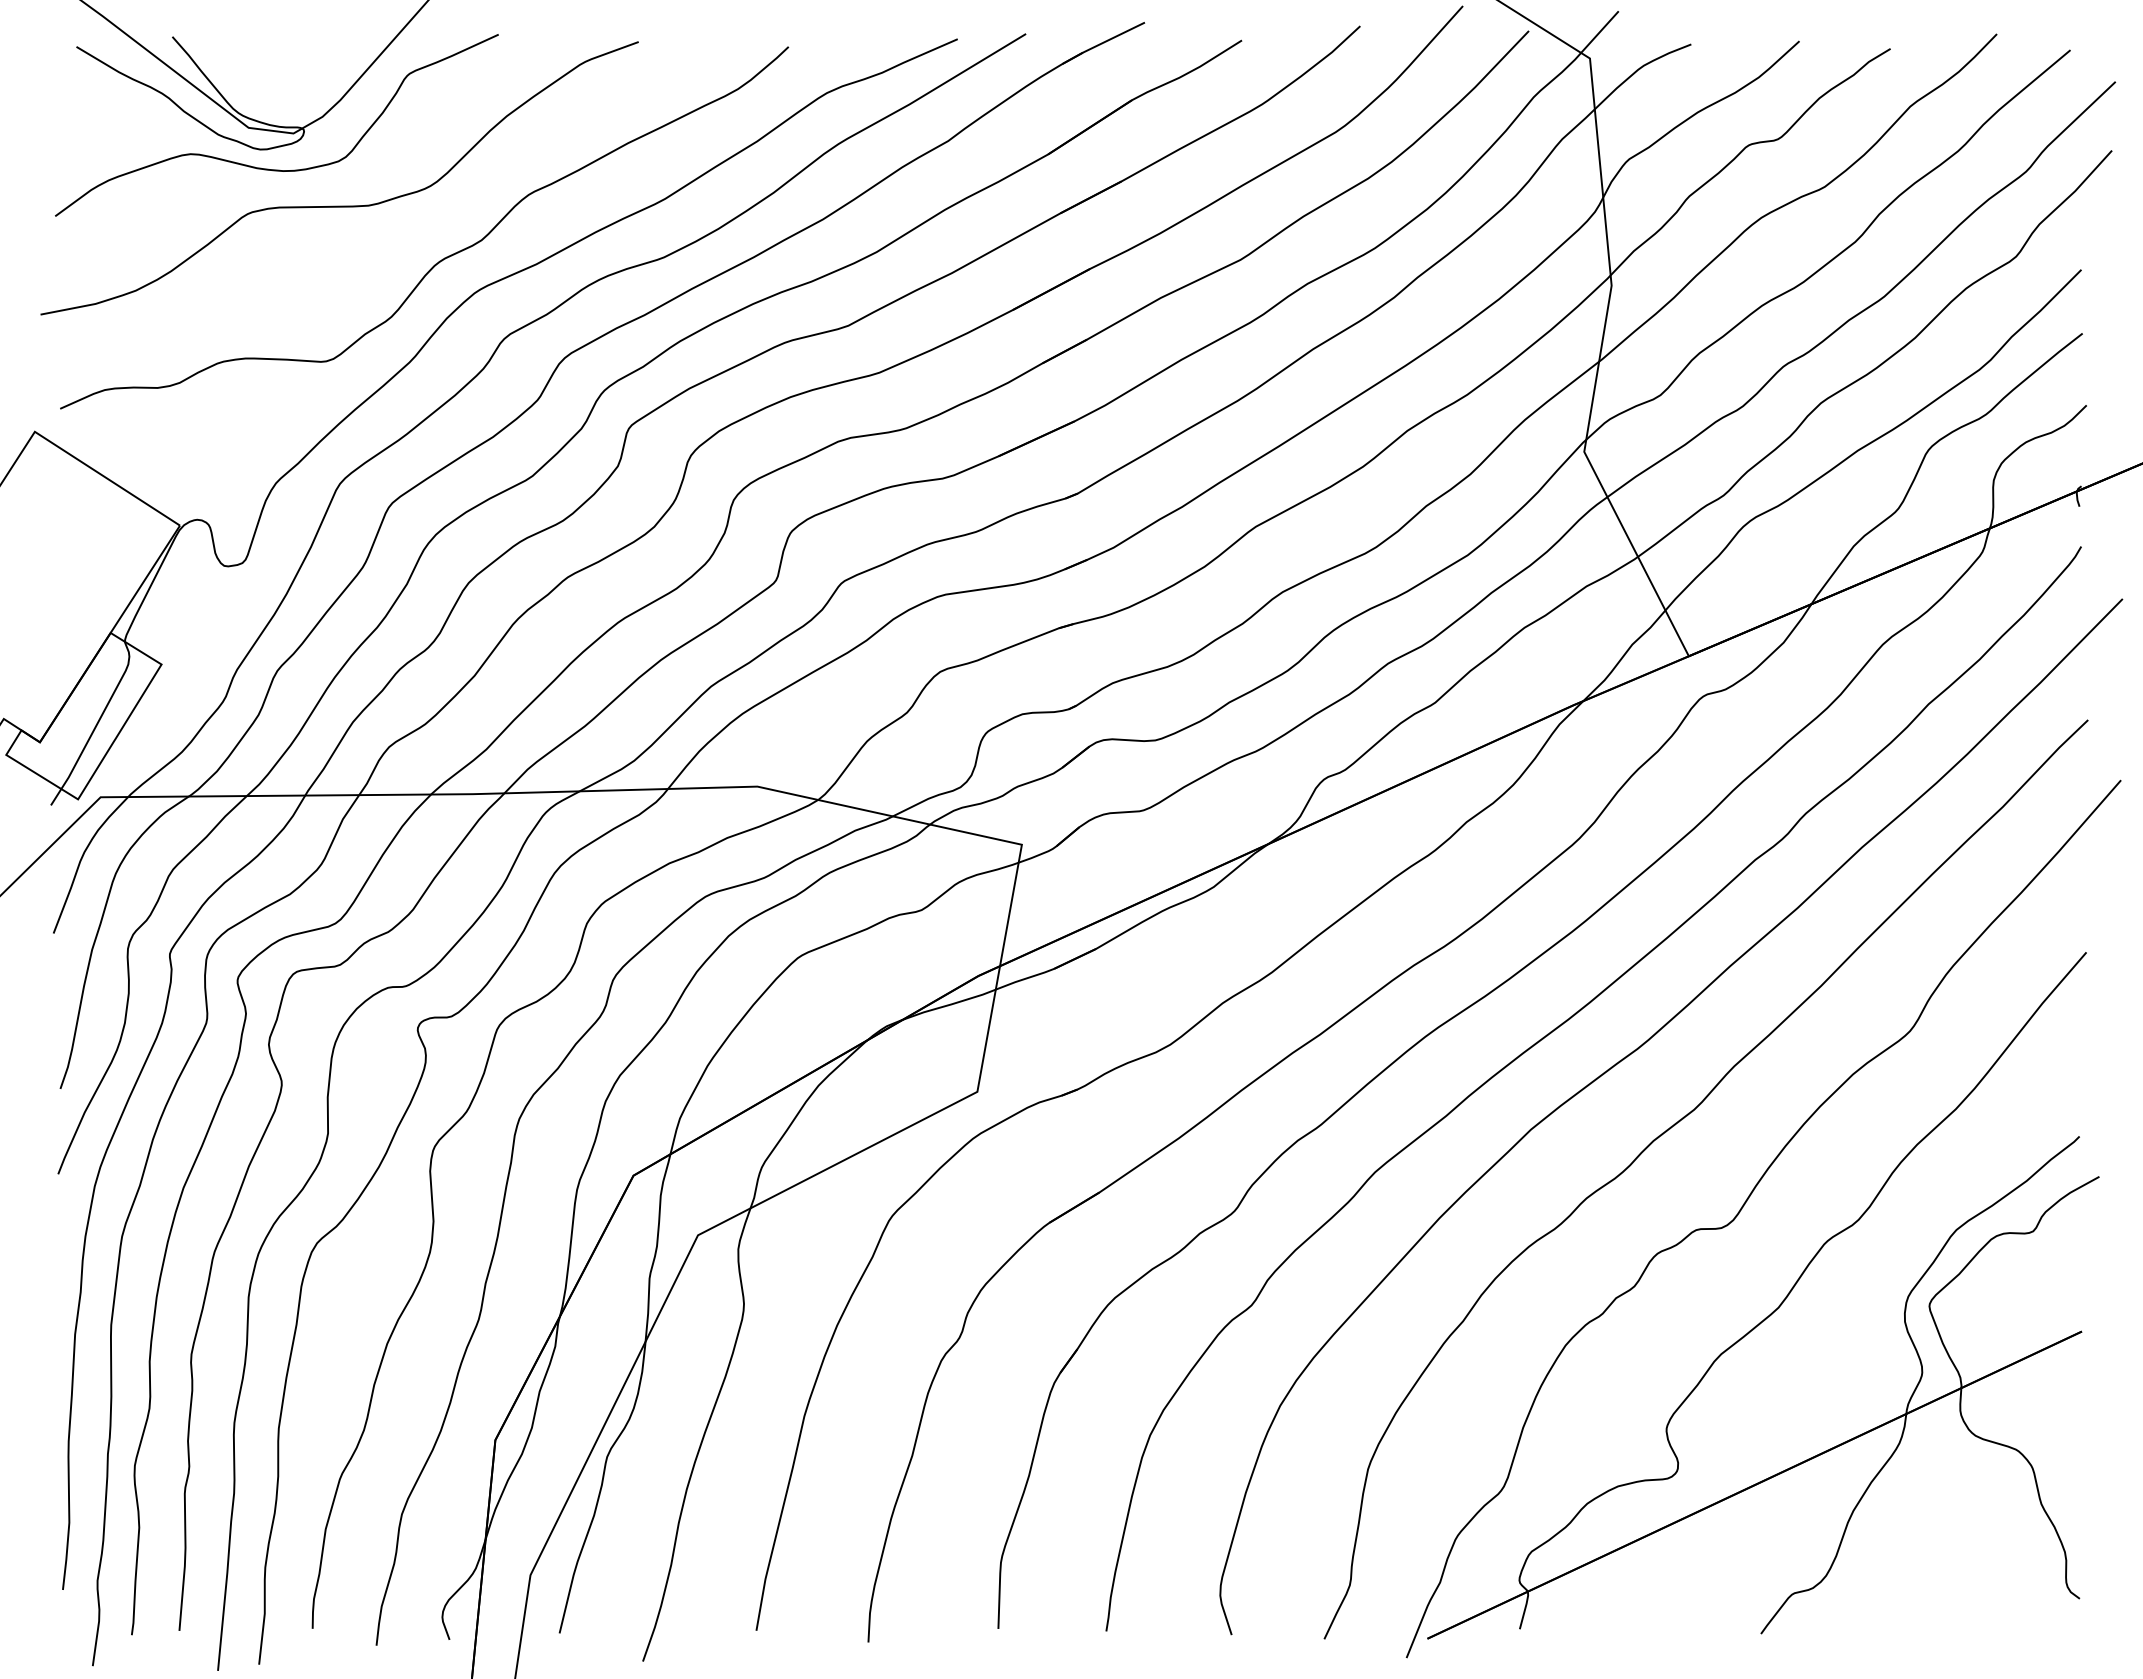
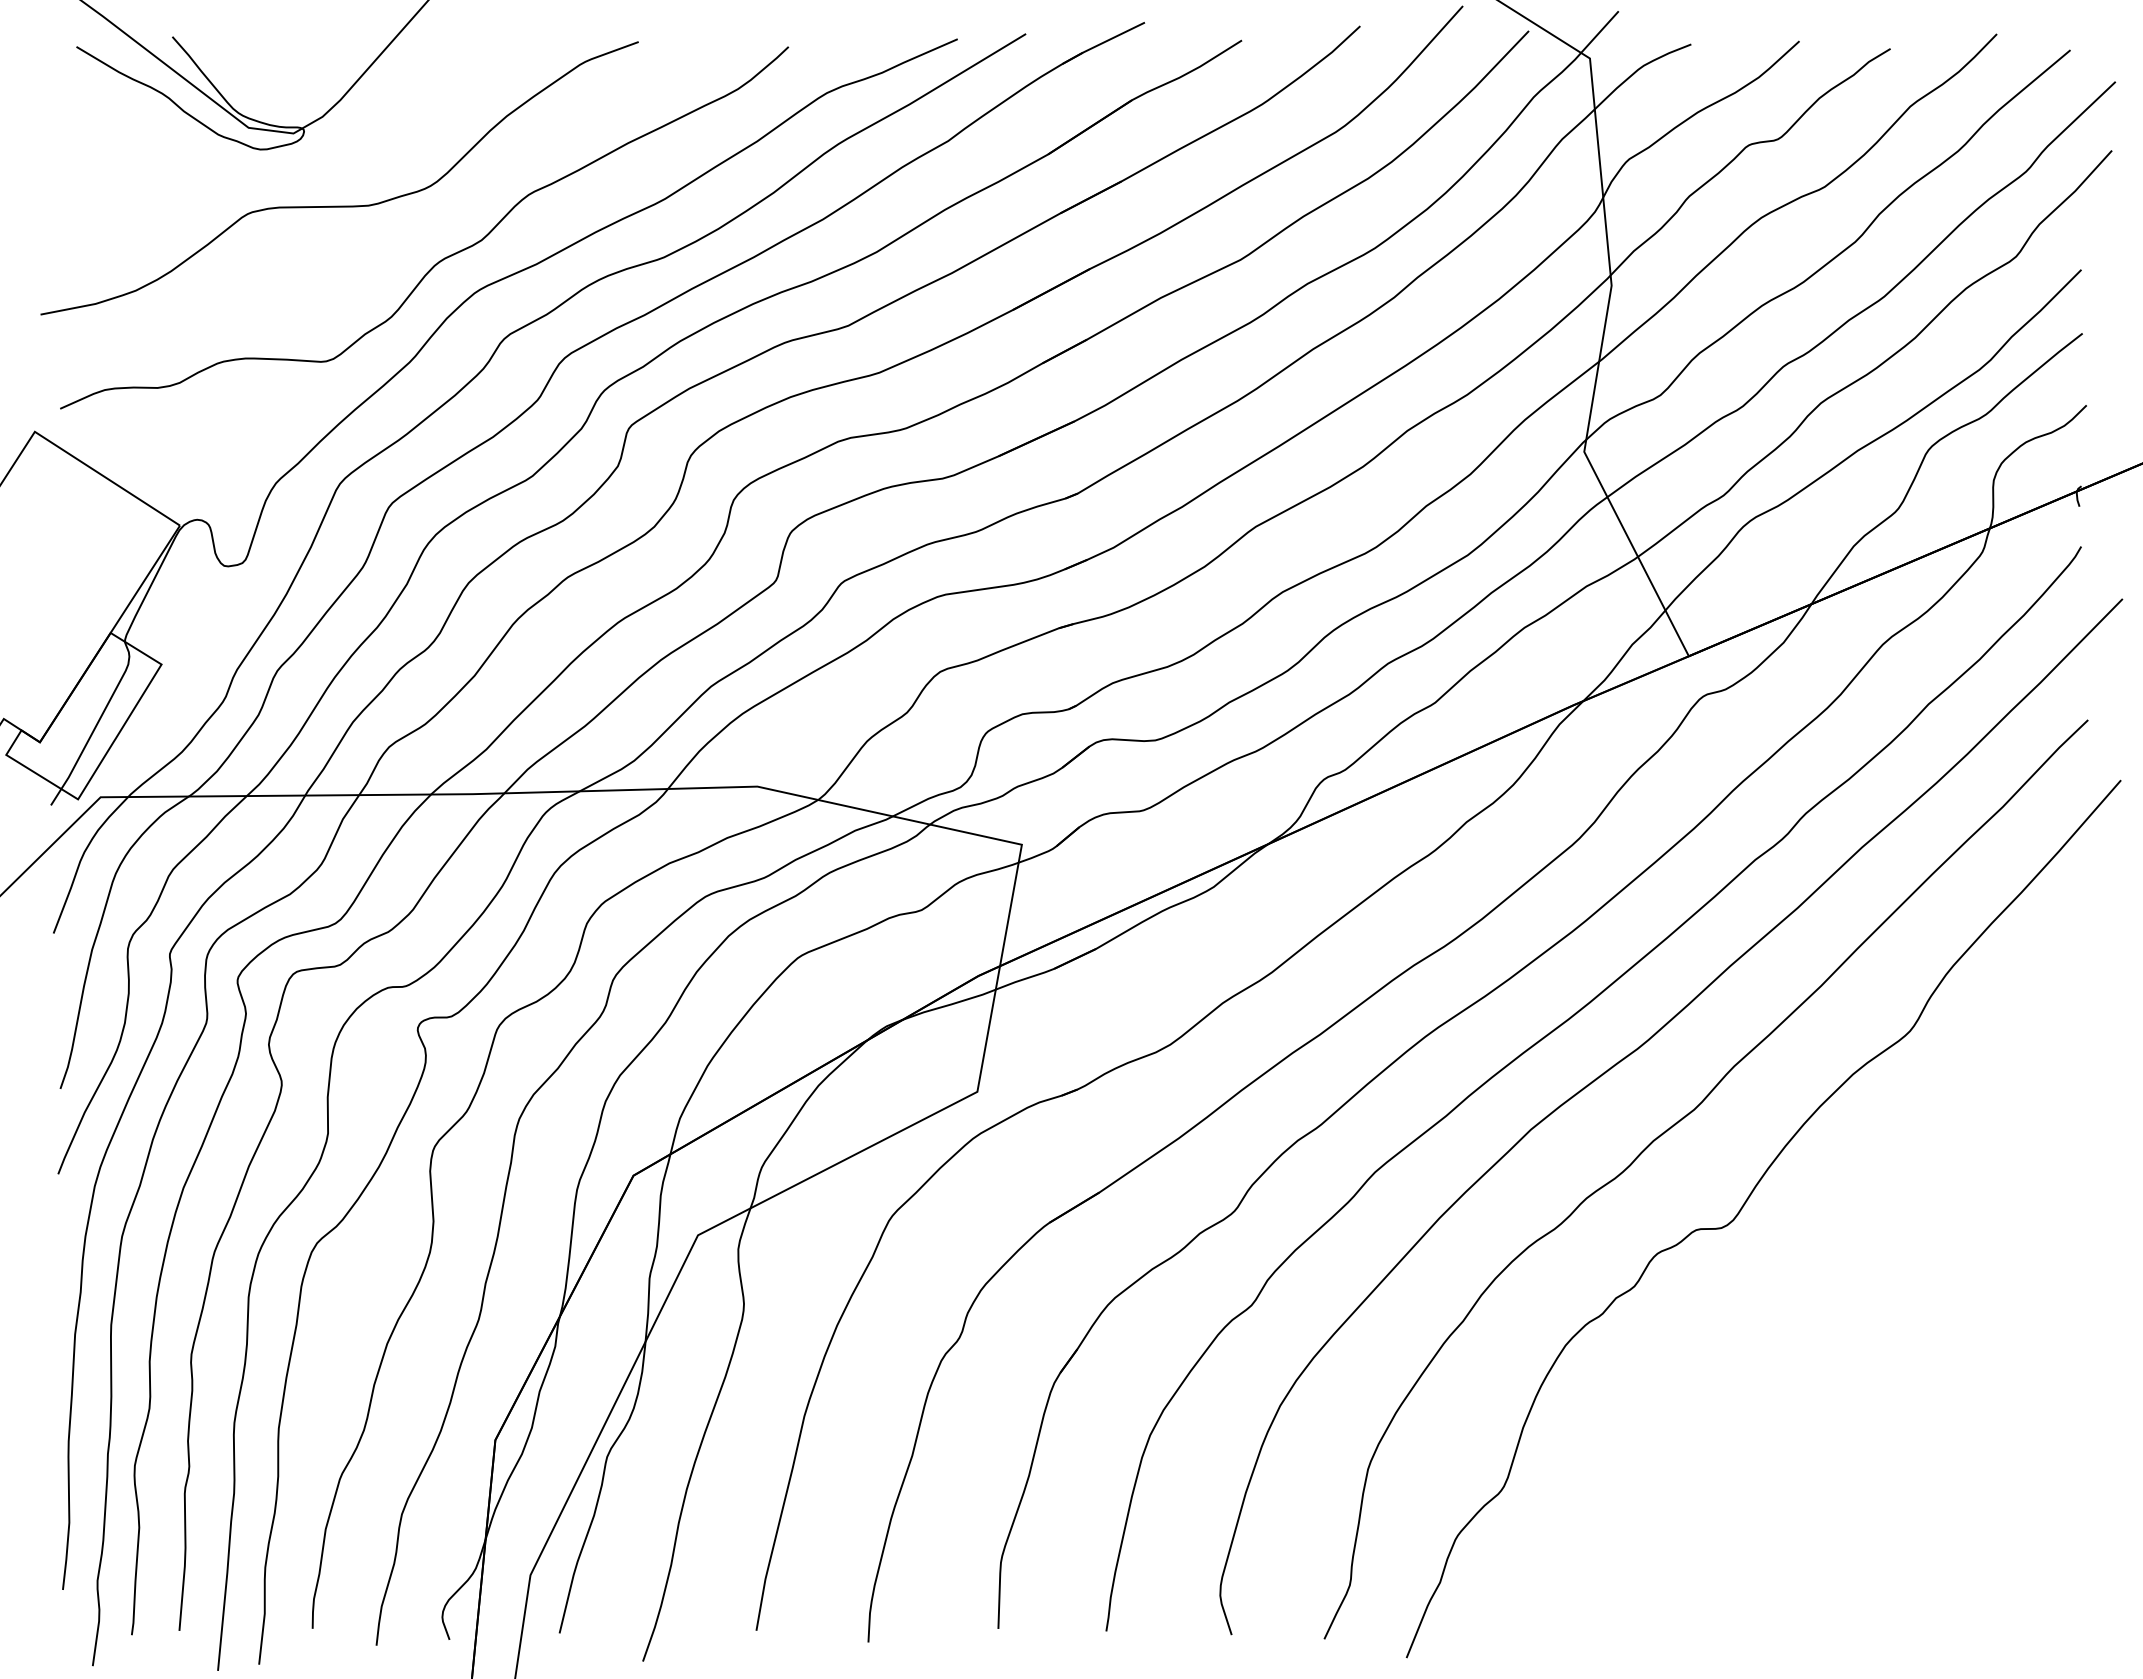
curve at (268, 168): present -> none
part at (1773, 1310): present -> none
